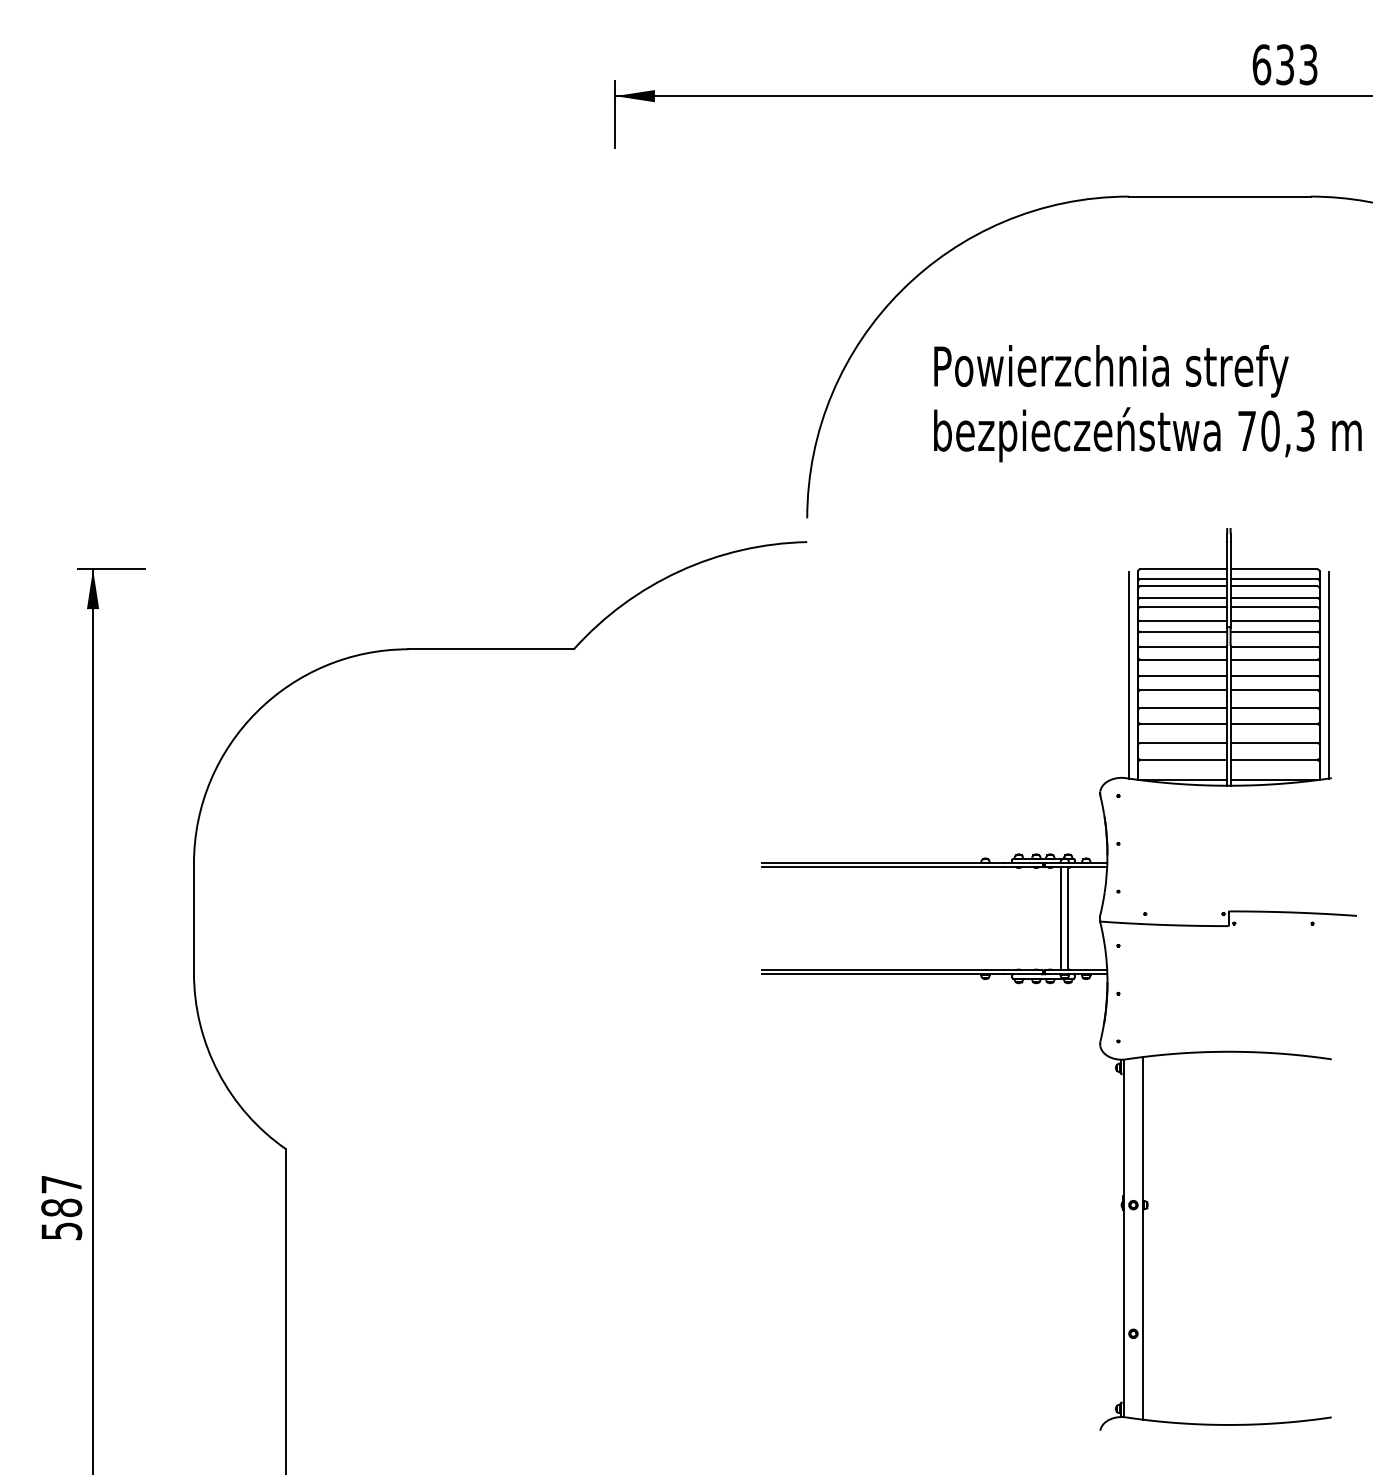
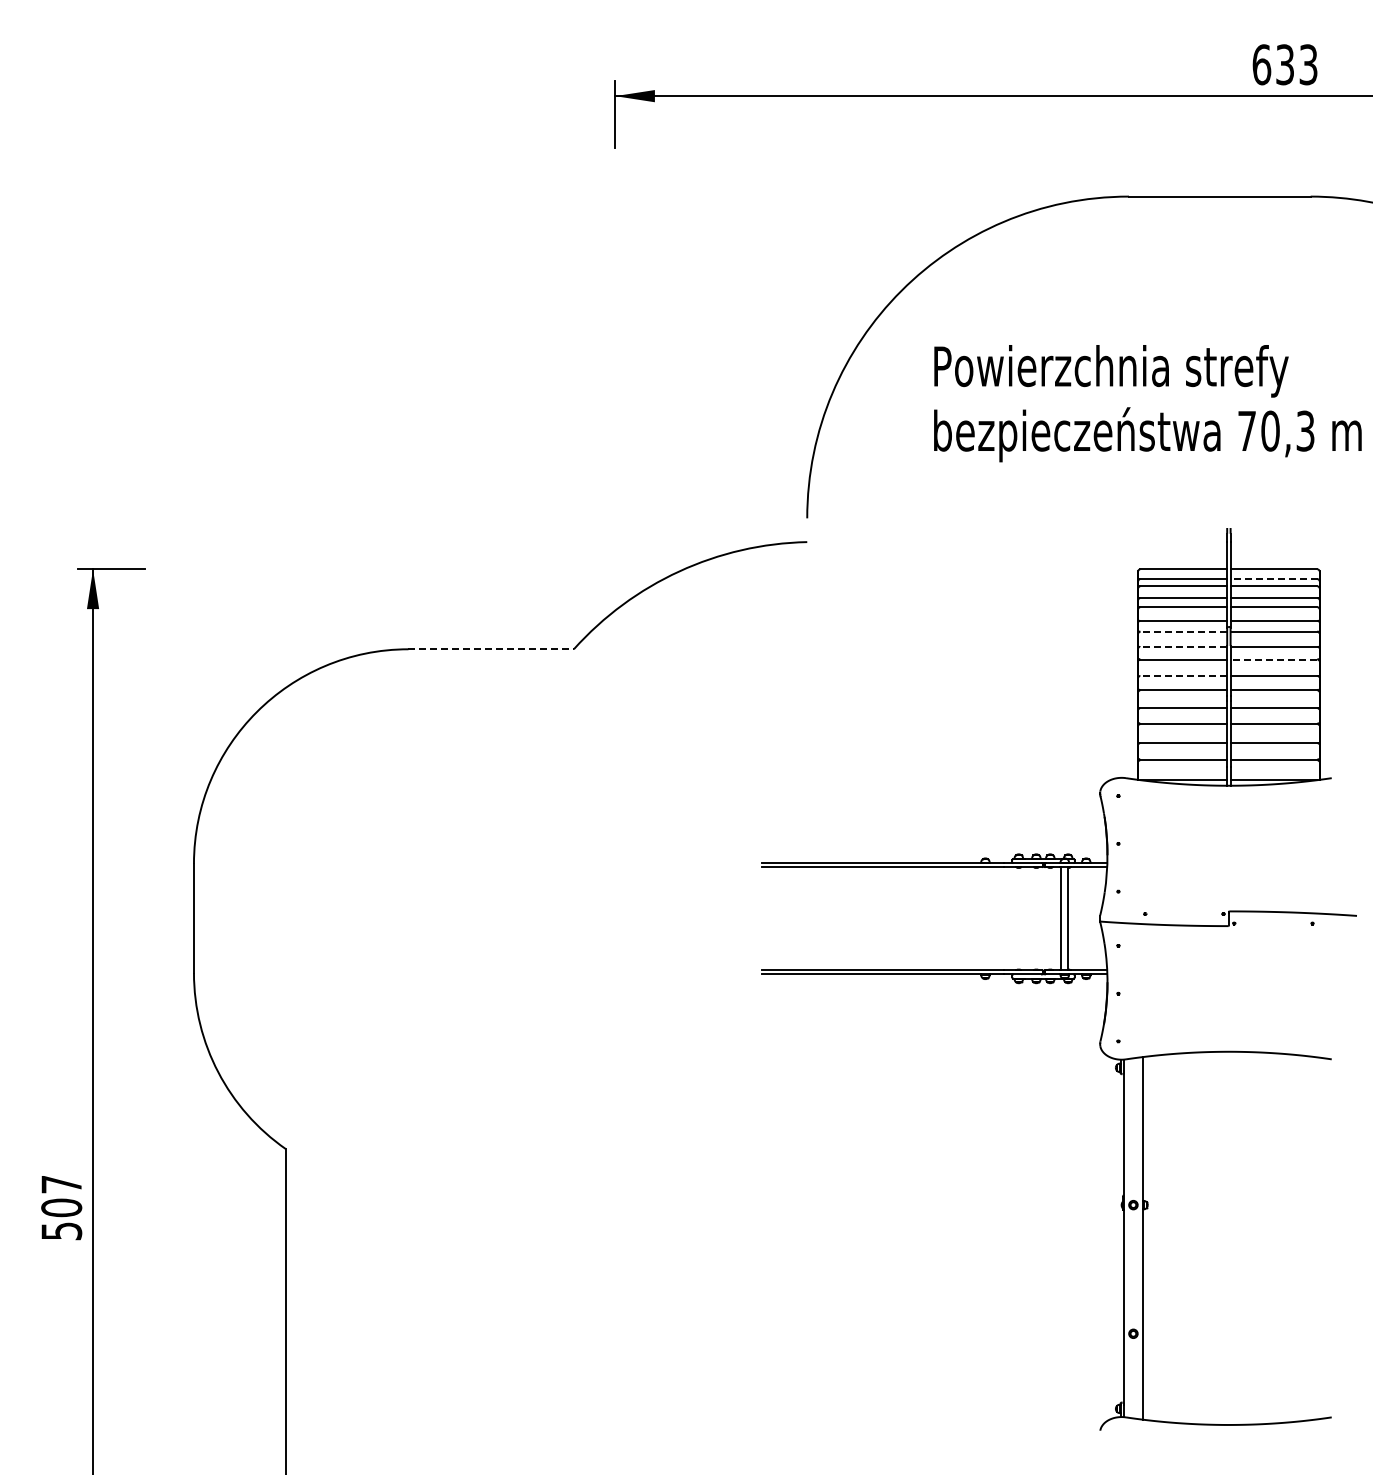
line at (1274, 579): solid -> dashed
line at (1183, 631): solid -> dashed
line at (1183, 646): solid -> dashed
line at (491, 649): solid -> dashed
line at (1273, 659): solid -> dashed
line at (1129, 674): present -> none
line at (1328, 674): present -> none
line at (1182, 676): solid -> dashed
text at (61, 1207): 587 -> 507
